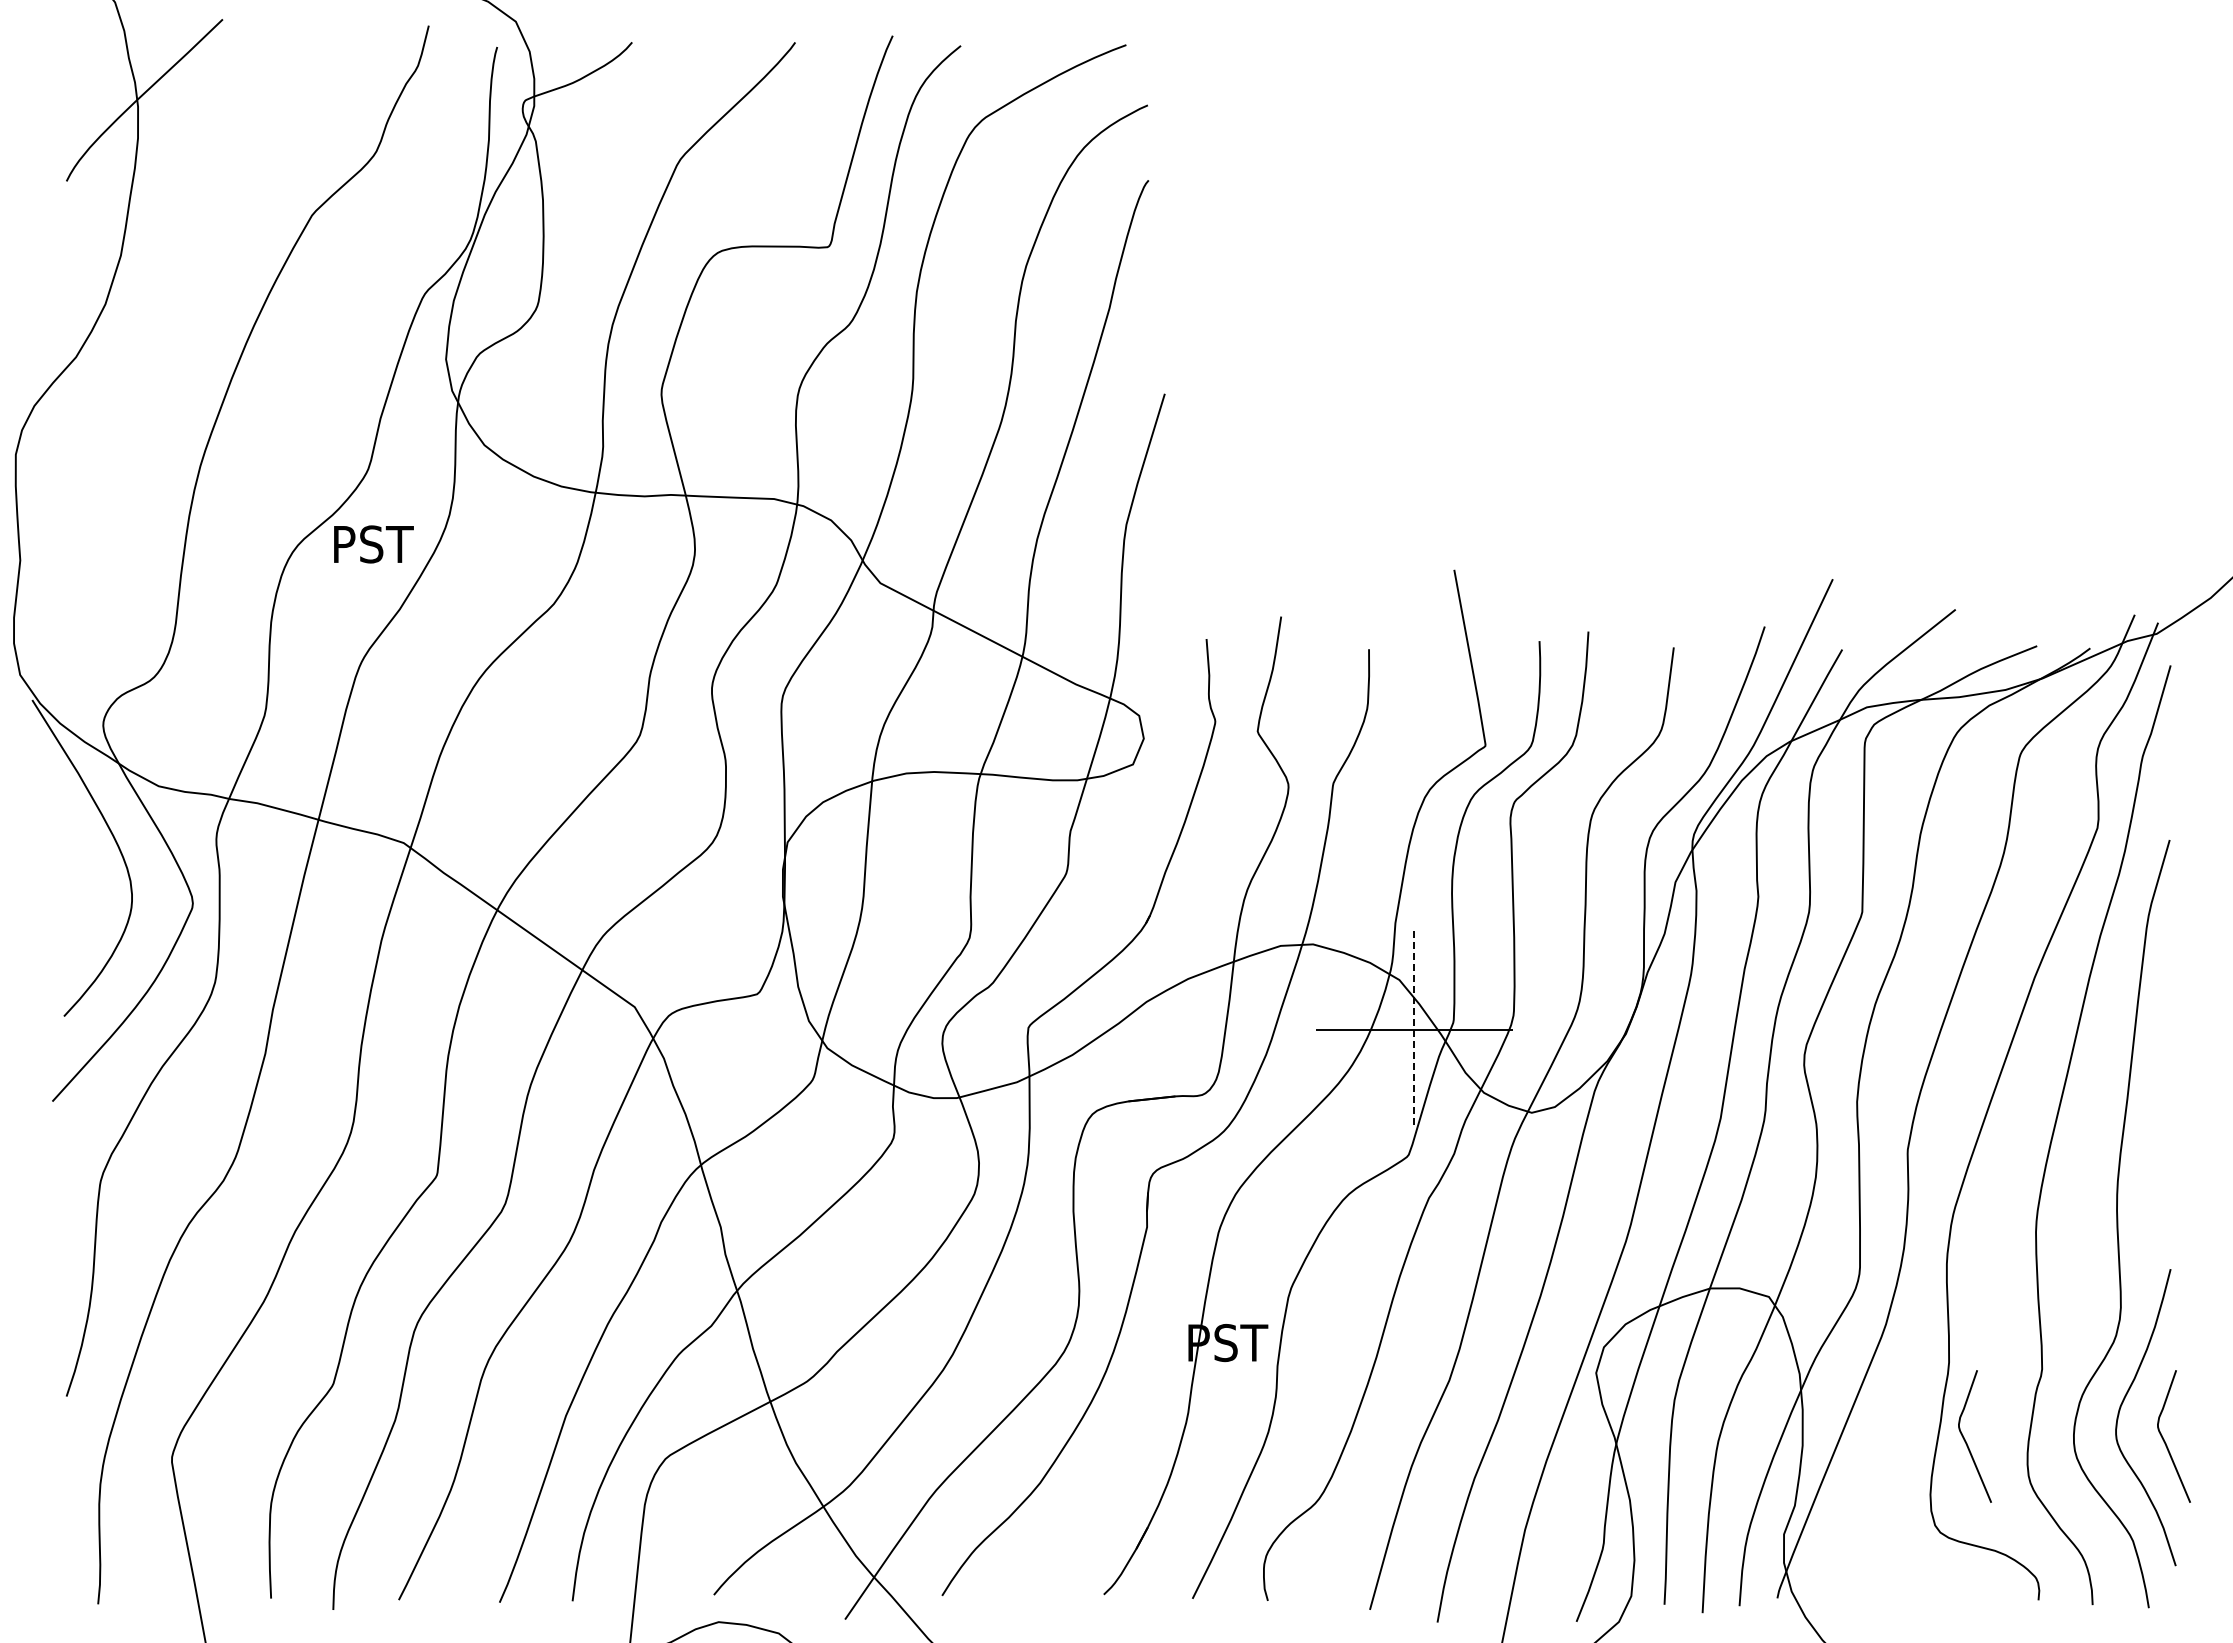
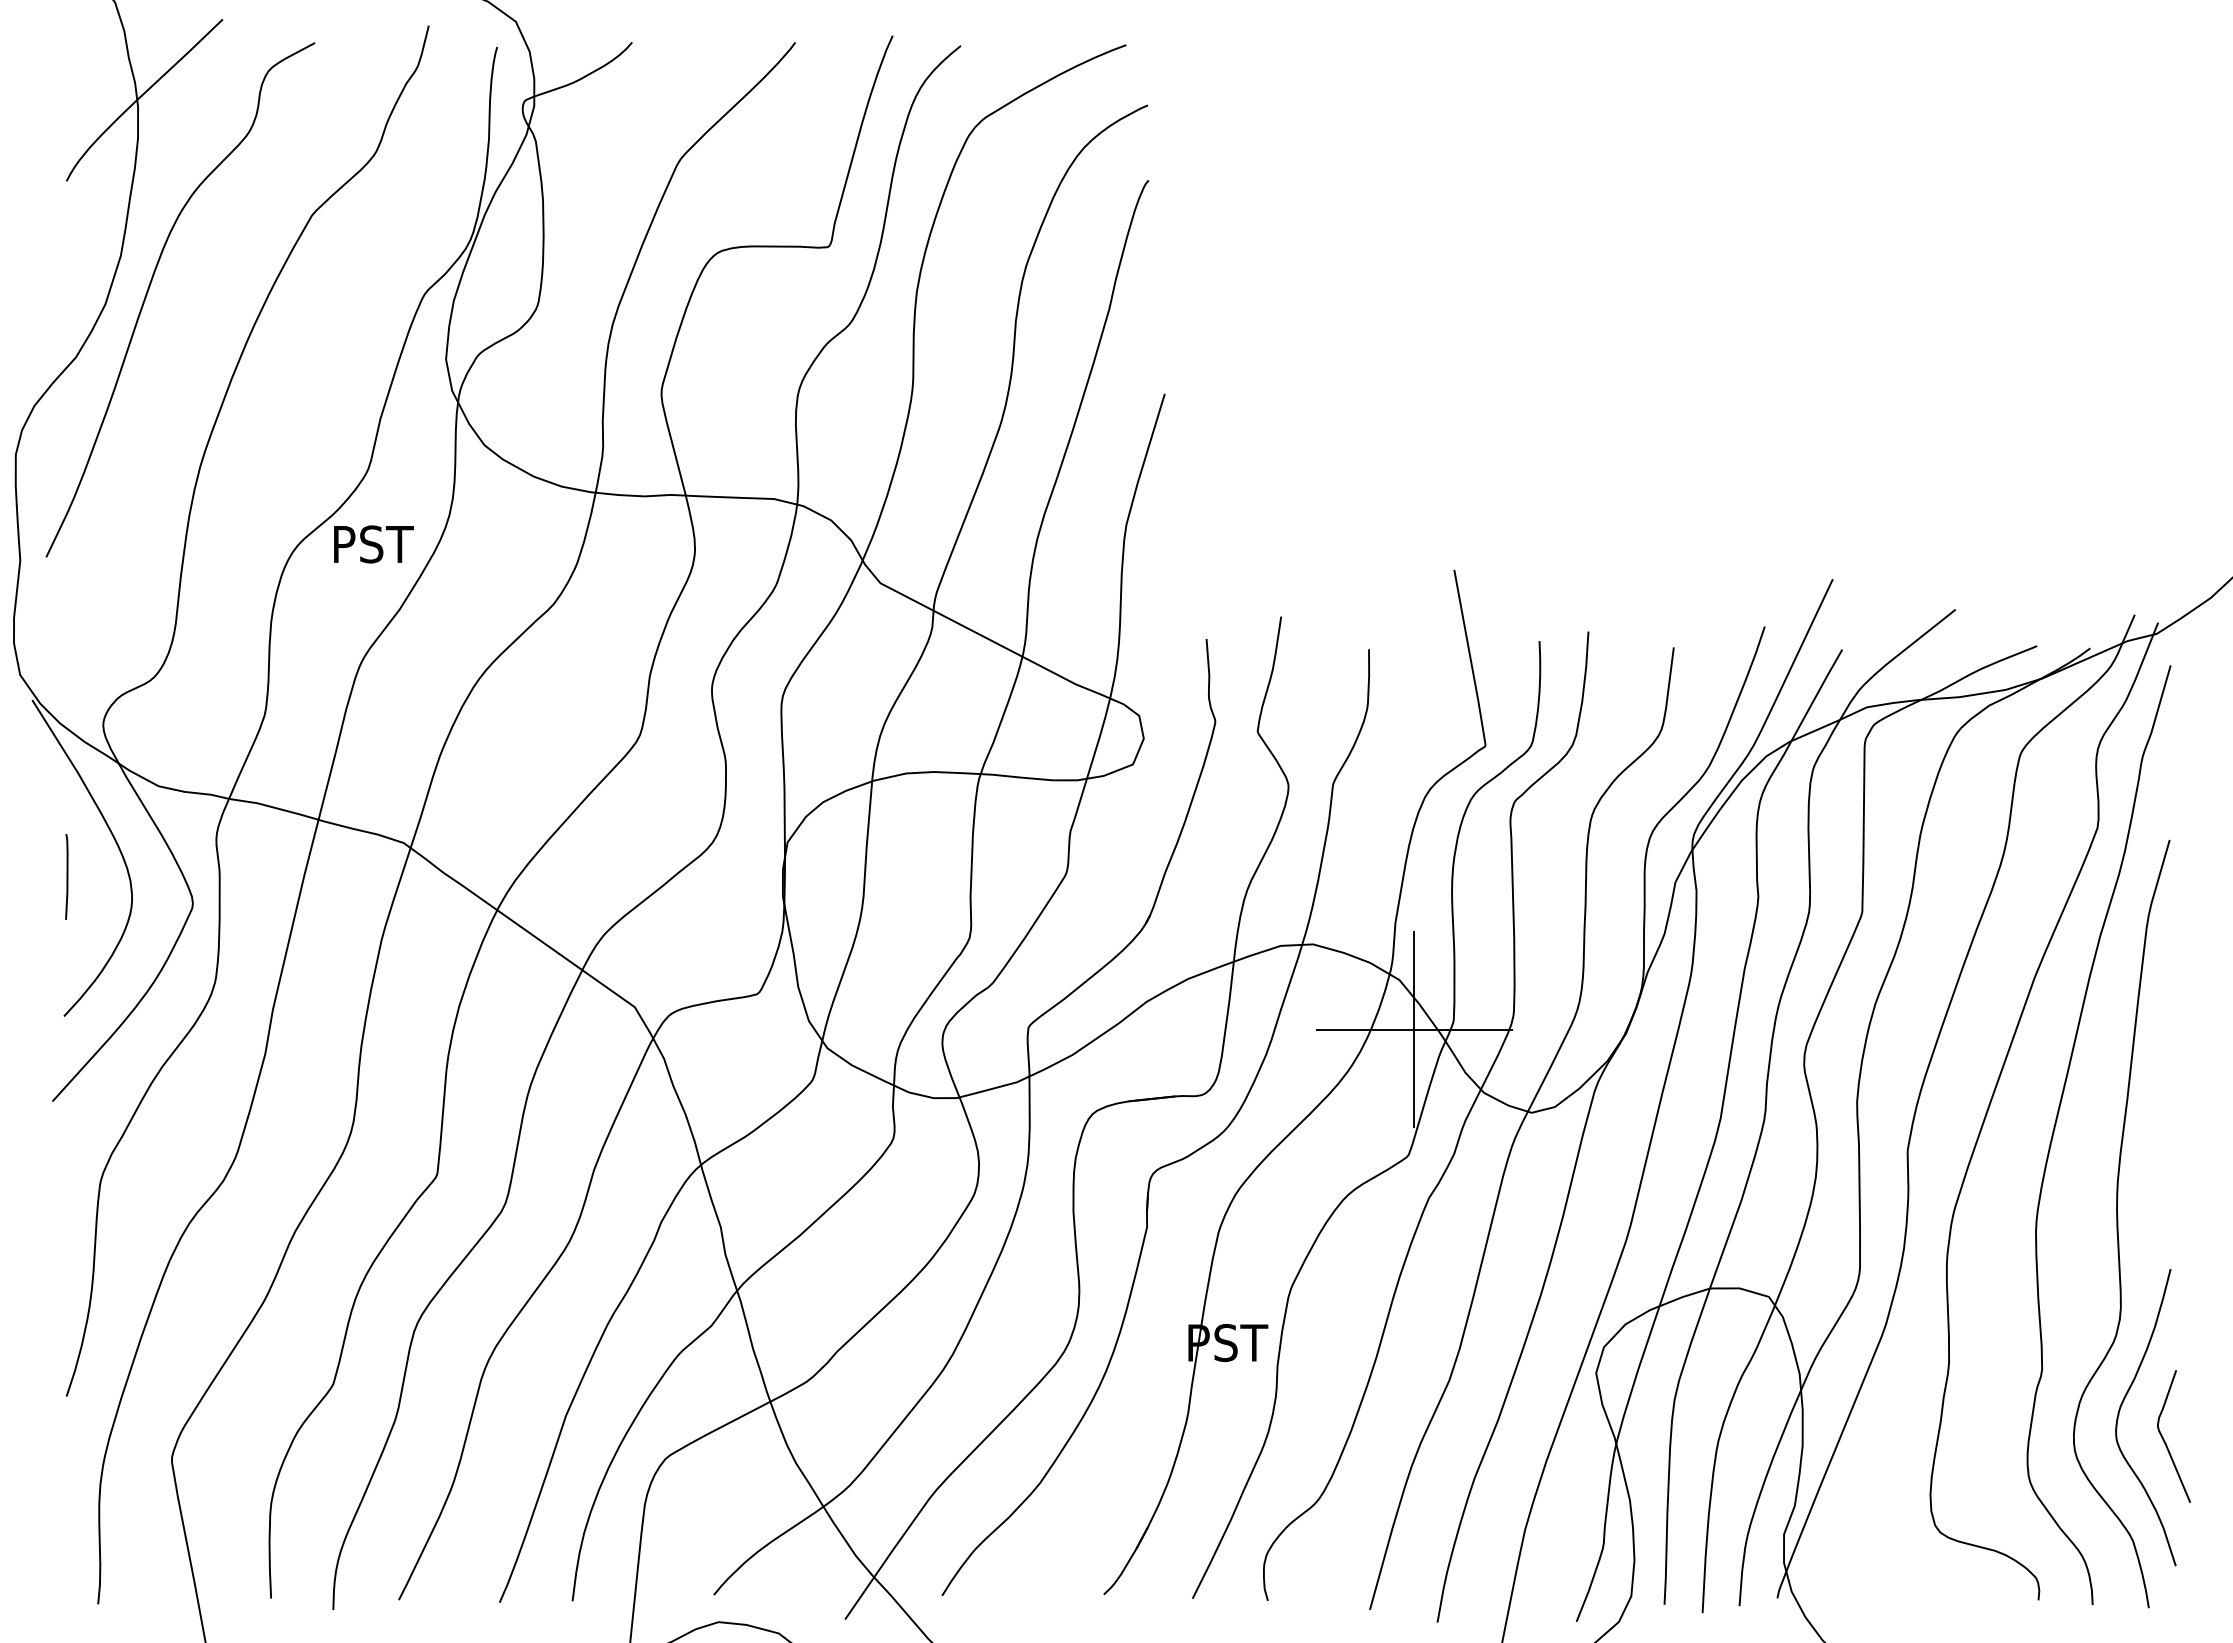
curve at (149, 289): none -> present
line at (66, 876): none -> present
line at (1414, 1030): dashed -> solid
curve at (1966, 1441): present -> none
